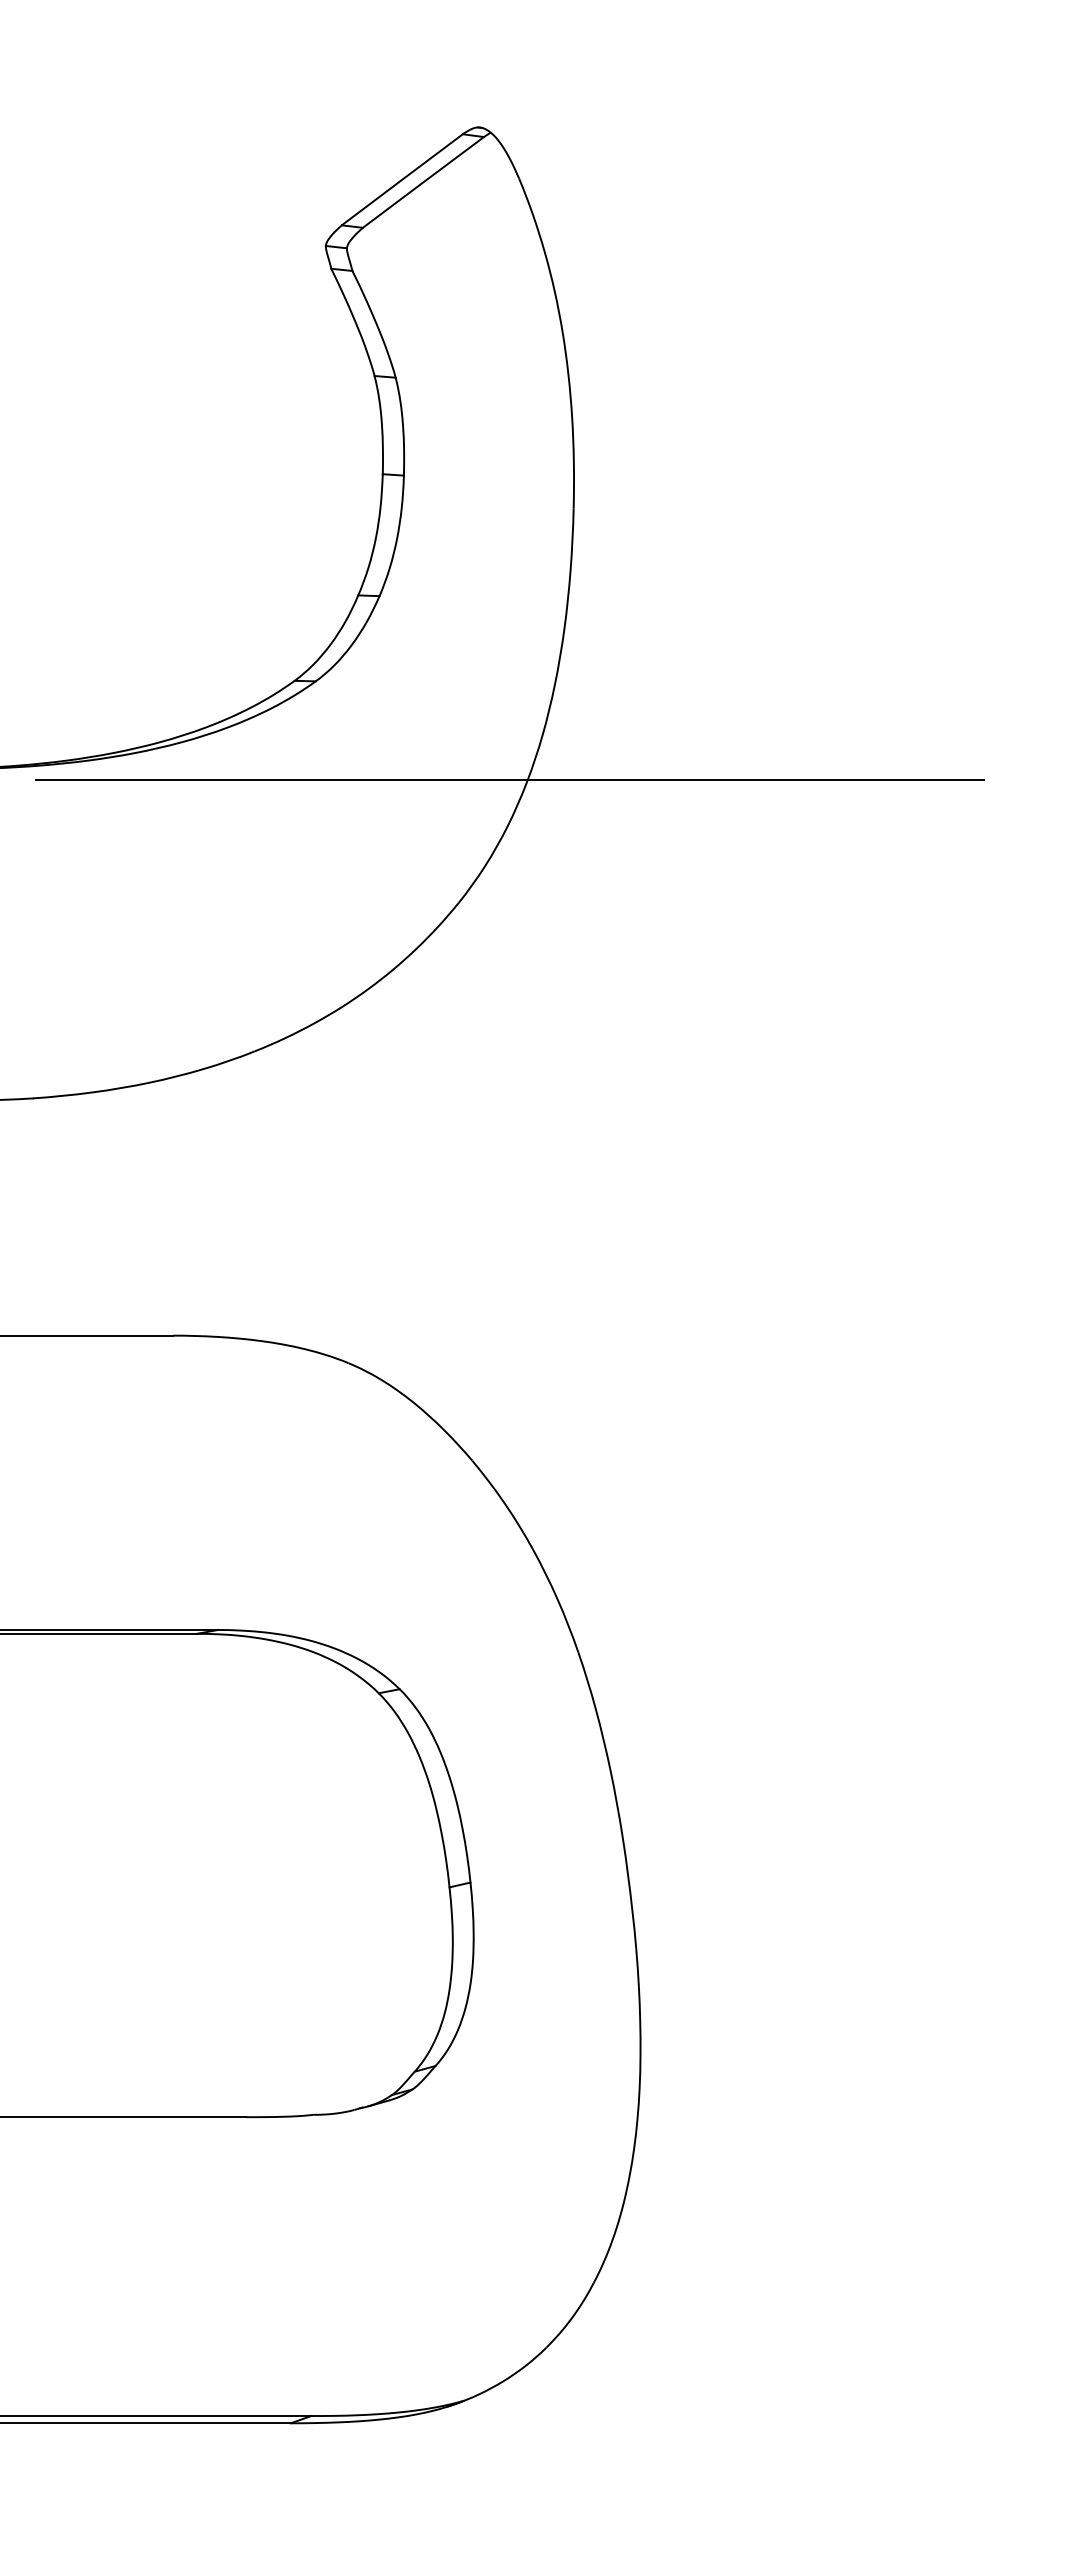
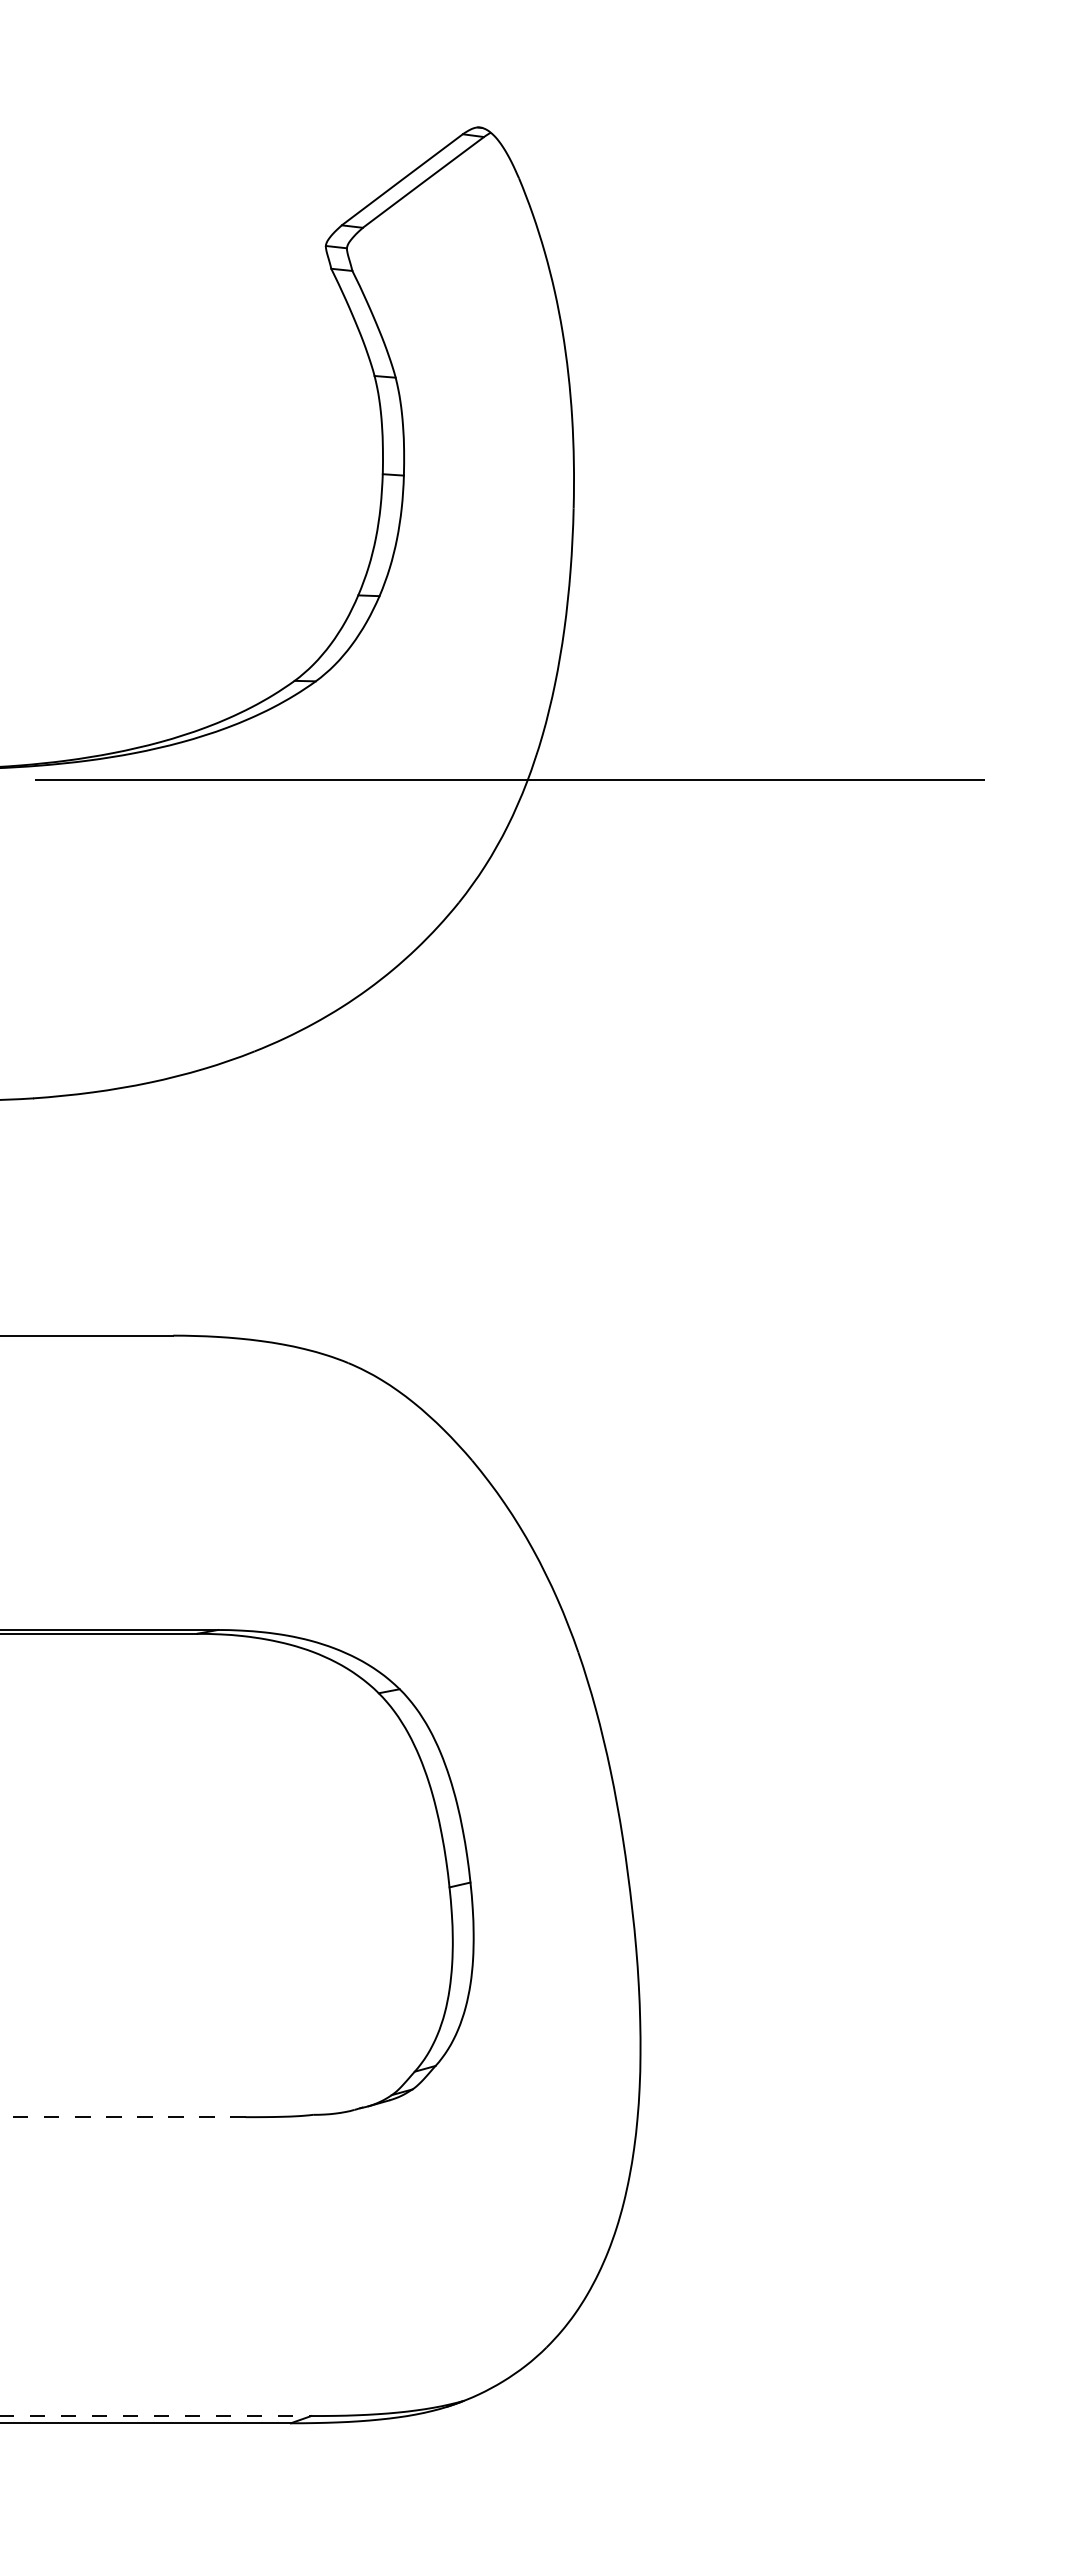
line at (122, 2117): solid -> dashed
line at (156, 2416): solid -> dashed
